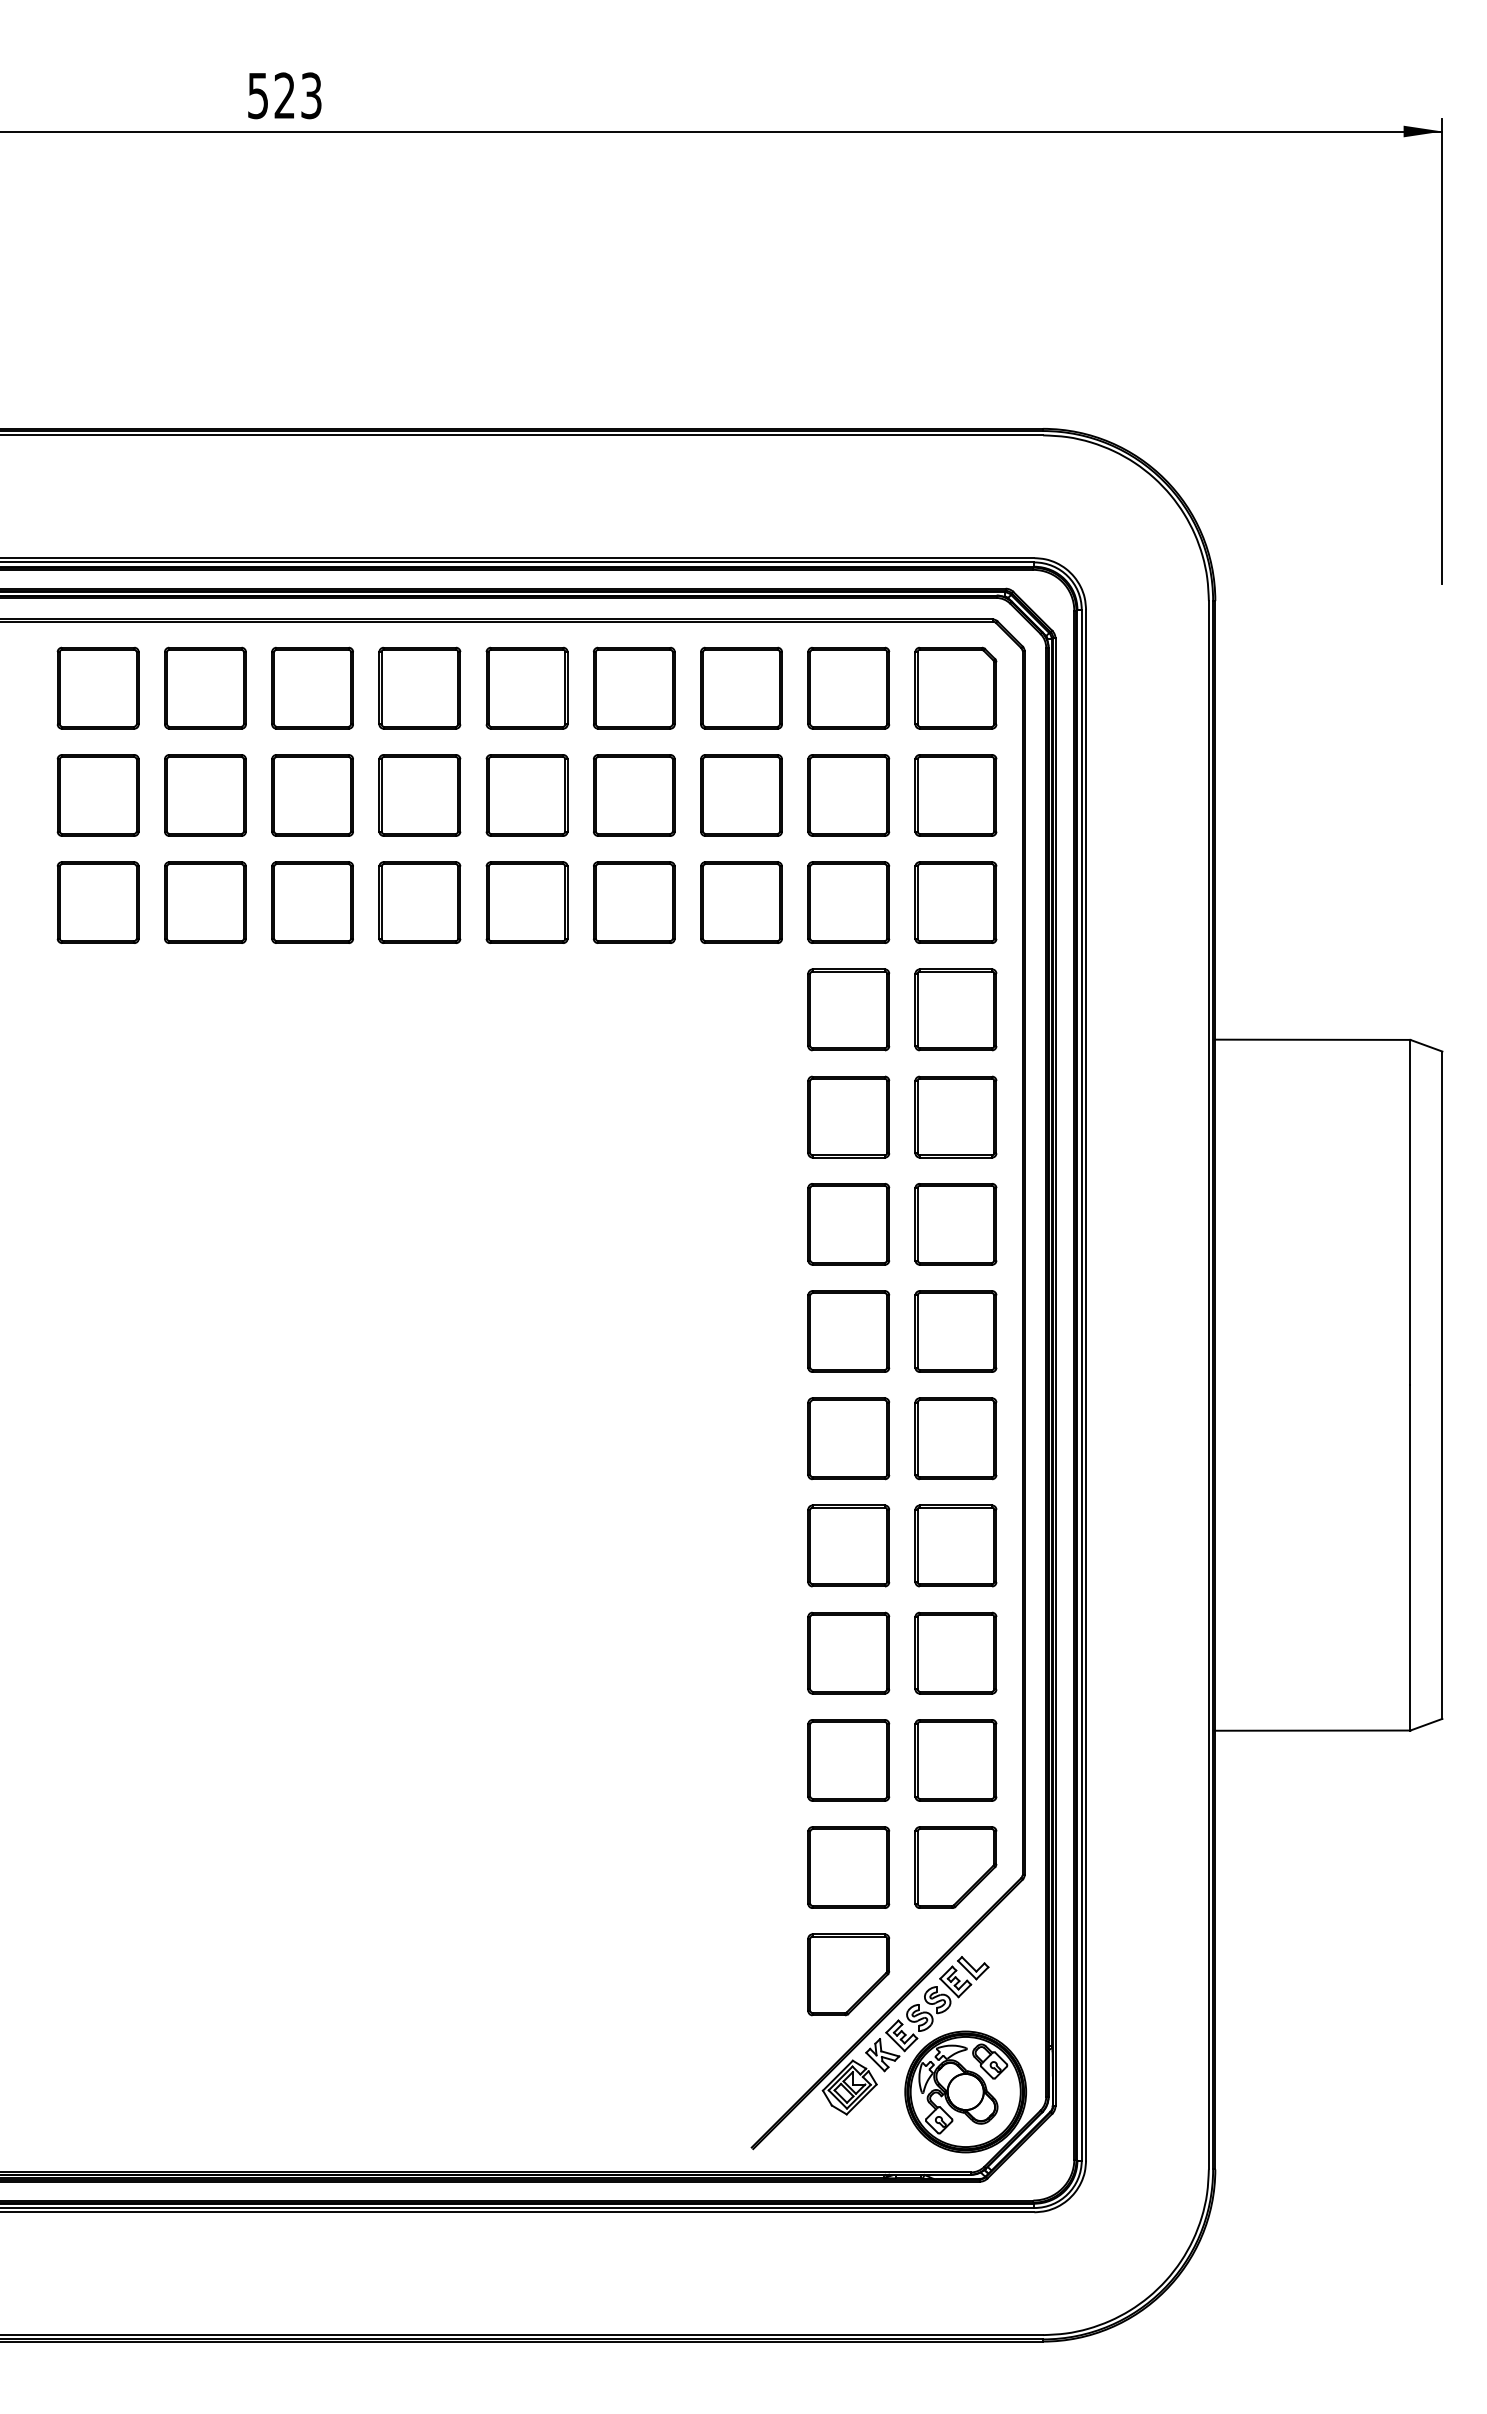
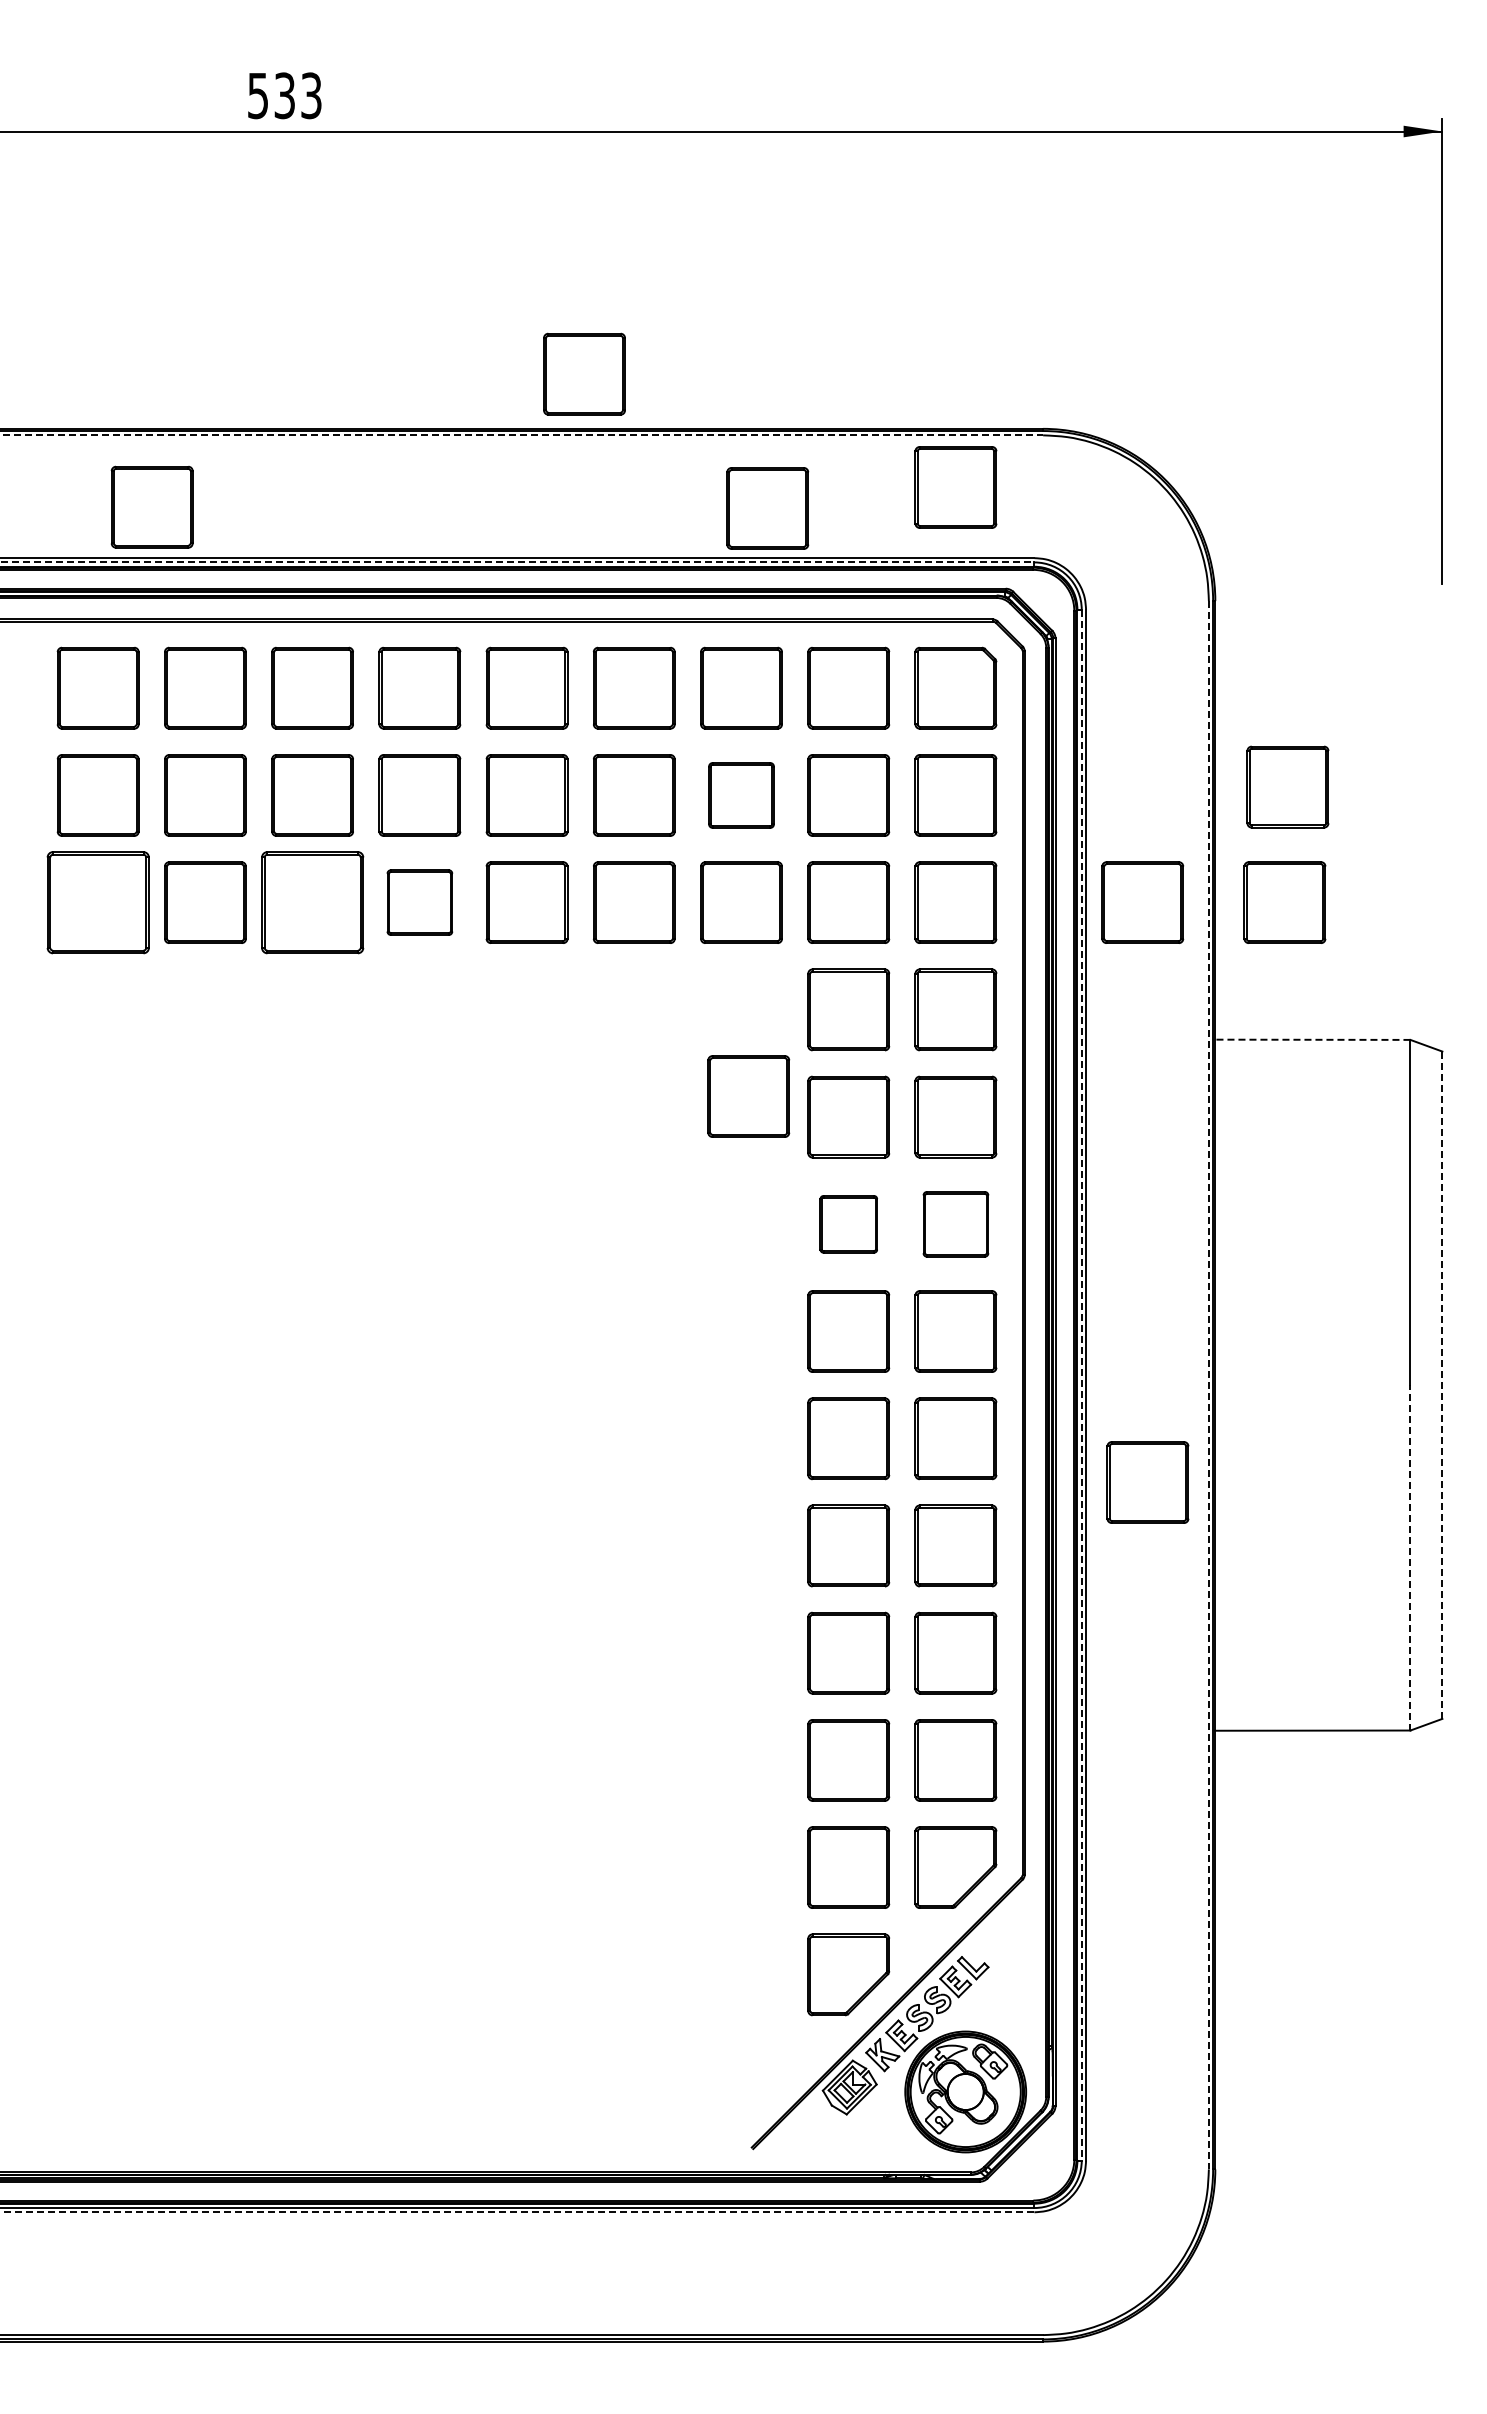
text at (284, 95): 523 -> 533
part at (584, 373): none -> present
line at (522, 435): solid -> dashed
part at (955, 487): none -> present
part at (151, 506): none -> present
part at (767, 508): none -> present
line at (517, 562): solid -> dashed
part at (1287, 786): none -> present
part at (741, 795) size: 83x83 px -> 67x67 px
part at (97, 902) size: 84x83 px -> 104x104 px
part at (312, 902) size: 83x83 px -> 104x104 px
part at (419, 902) size: 84x83 px -> 68x67 px
part at (1142, 902): none -> present
part at (1284, 902): none -> present
line at (1312, 1039): solid -> dashed
part at (748, 1096): none -> present
part at (848, 1224) size: 84x83 px -> 59x59 px
part at (955, 1224) size: 84x83 px -> 68x67 px
line at (1081, 1385): solid -> dashed
line at (1208, 1385): solid -> dashed
line at (1442, 1385): solid -> dashed
part at (1147, 1482): none -> present
line at (1410, 1557): solid -> dashed
line at (517, 2212): solid -> dashed
